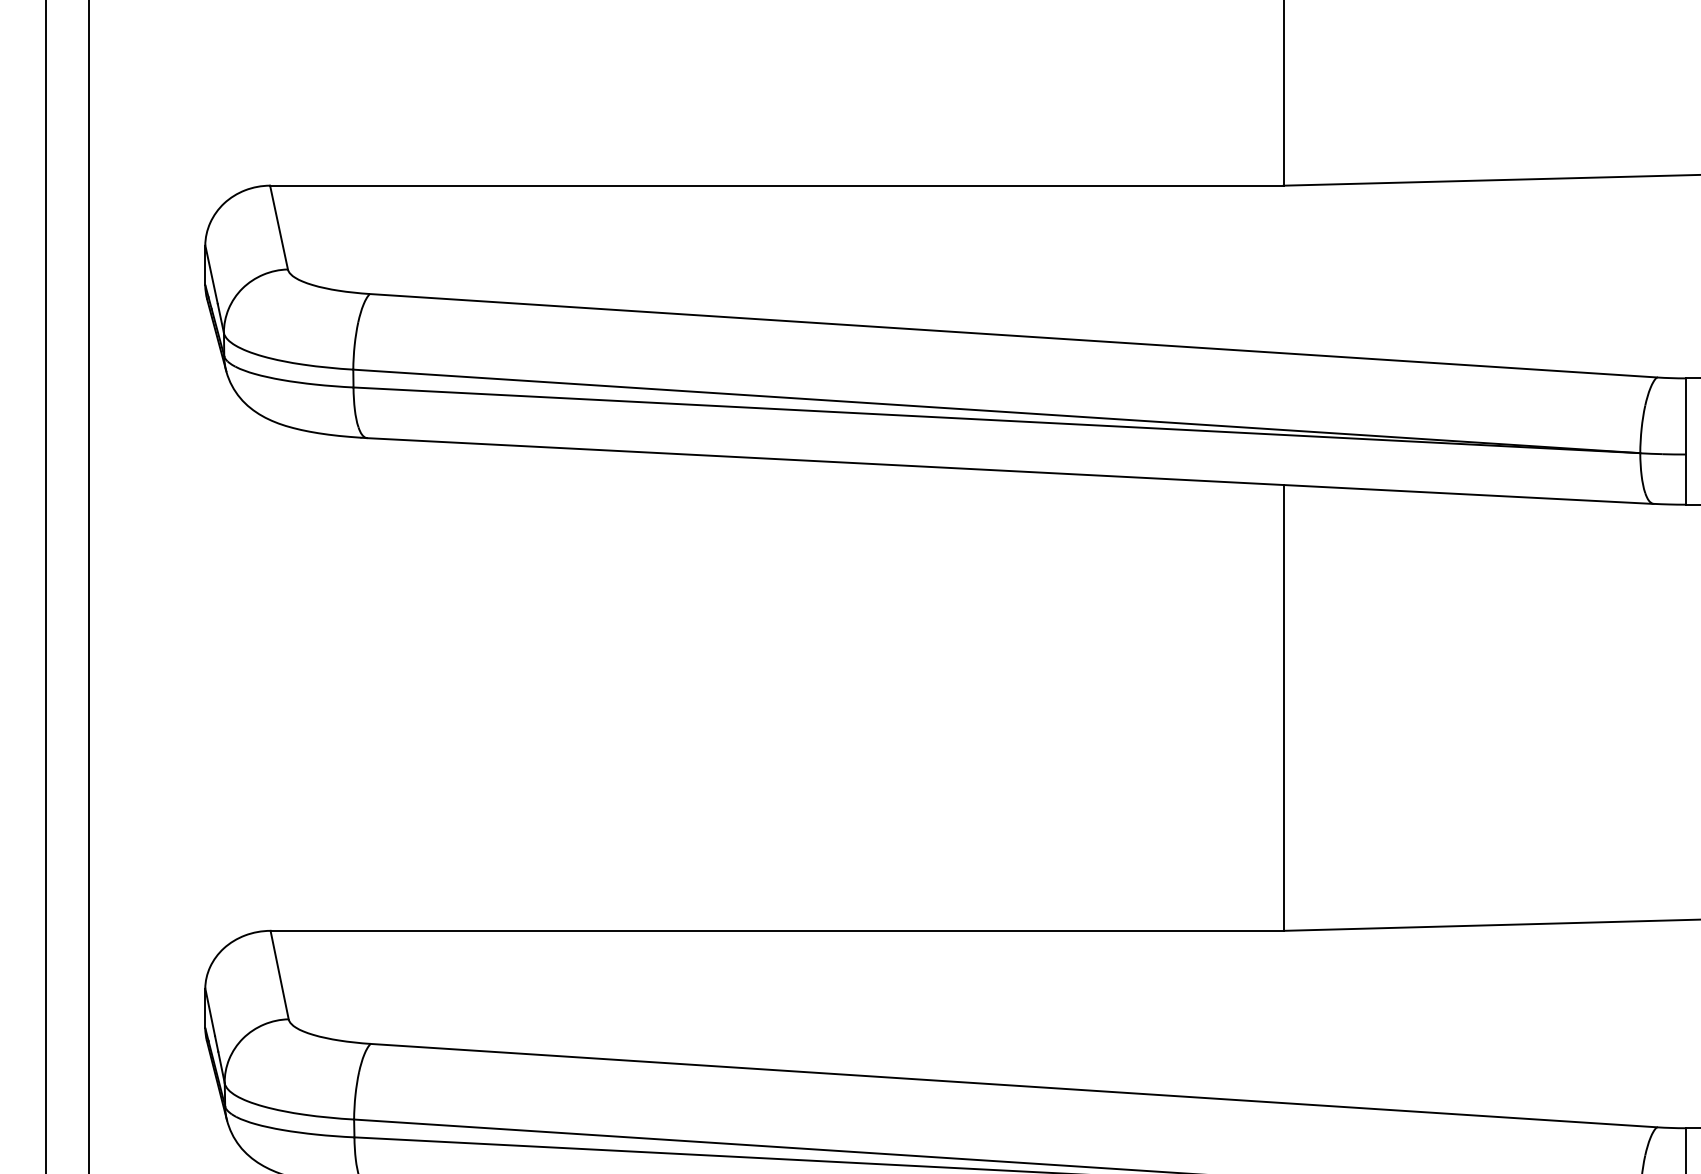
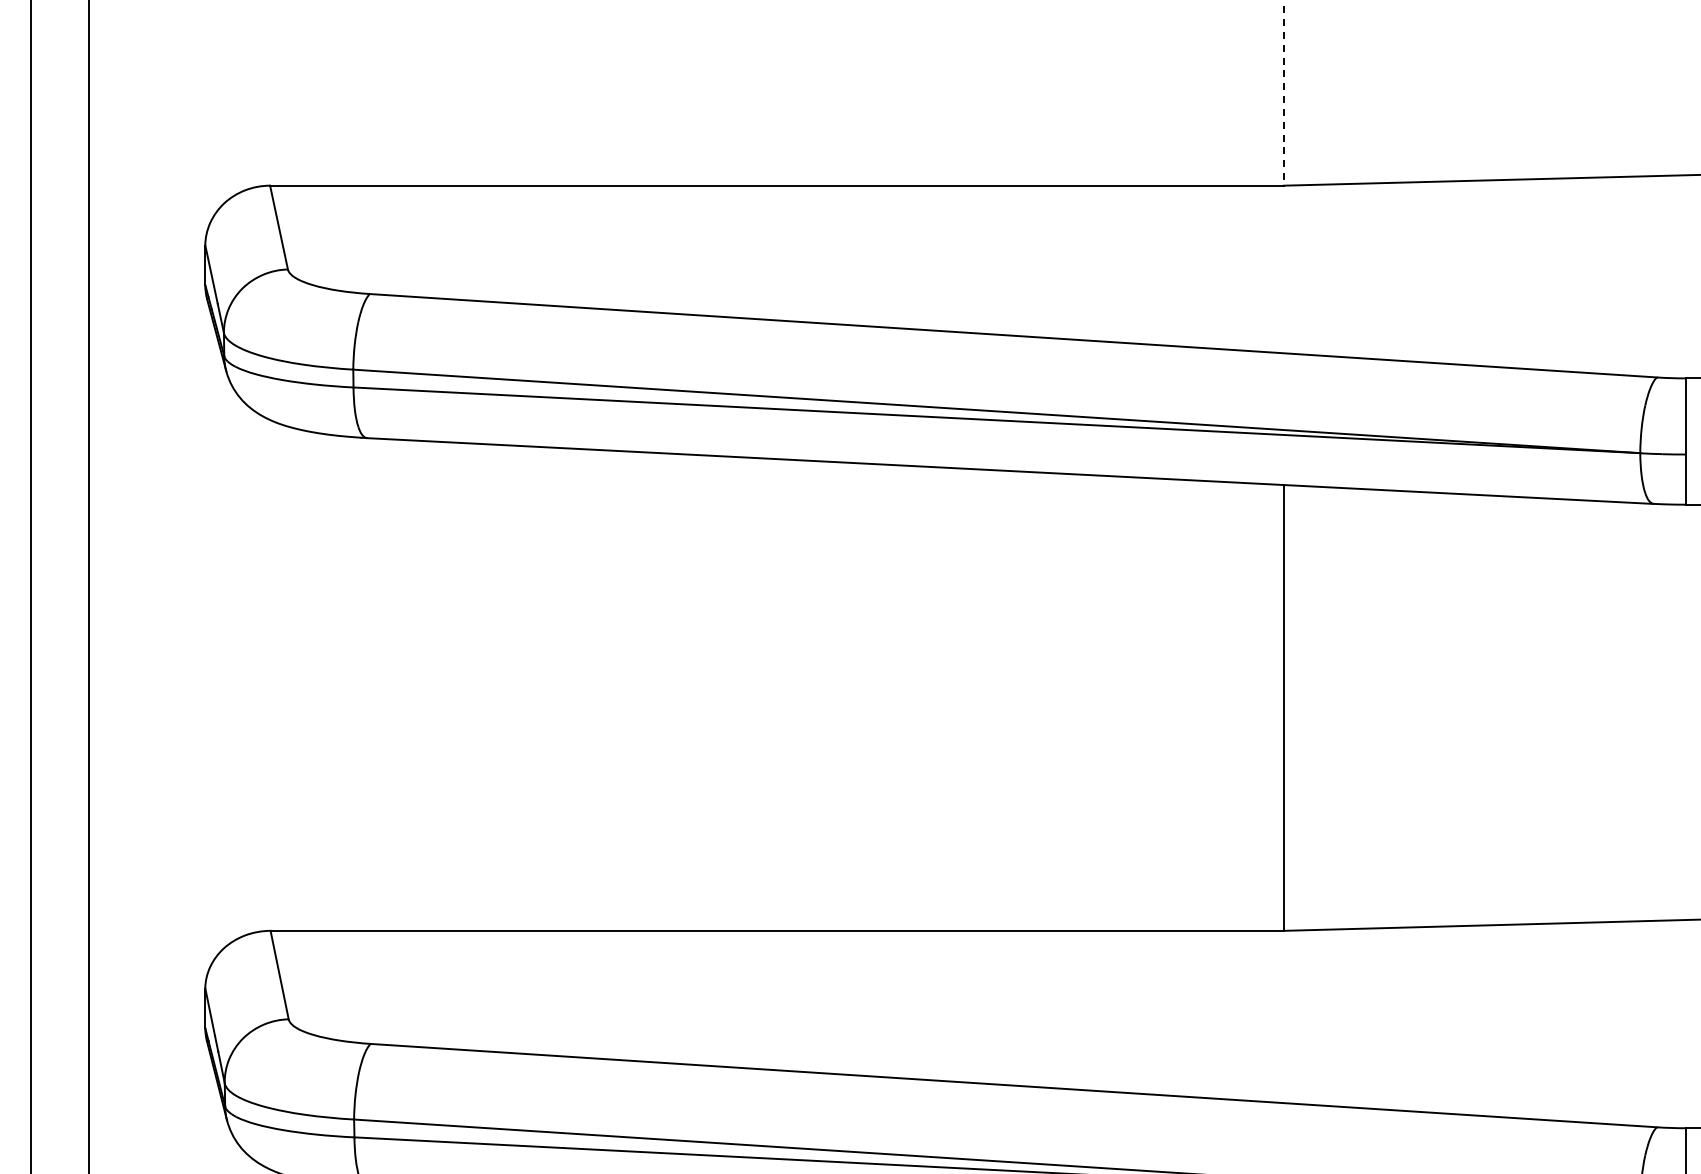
line at (1283, 93): solid -> dashed
line at (45, 586) position: (45, 586) -> (30, 586)
